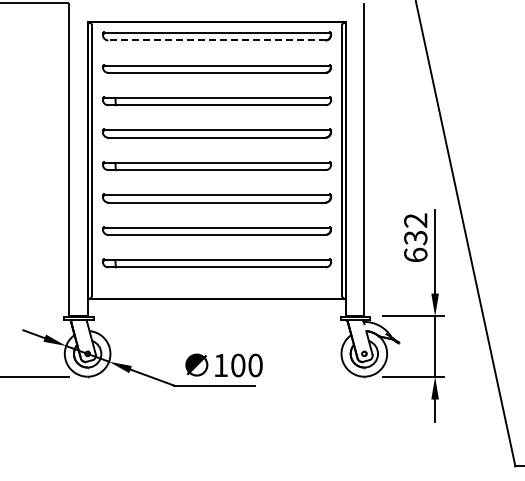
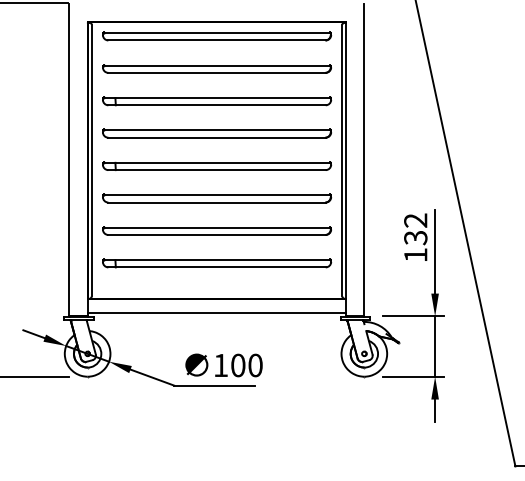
line at (217, 40): dashed -> solid
text at (415, 254): 632 -> 132
line at (216, 312): none -> present
